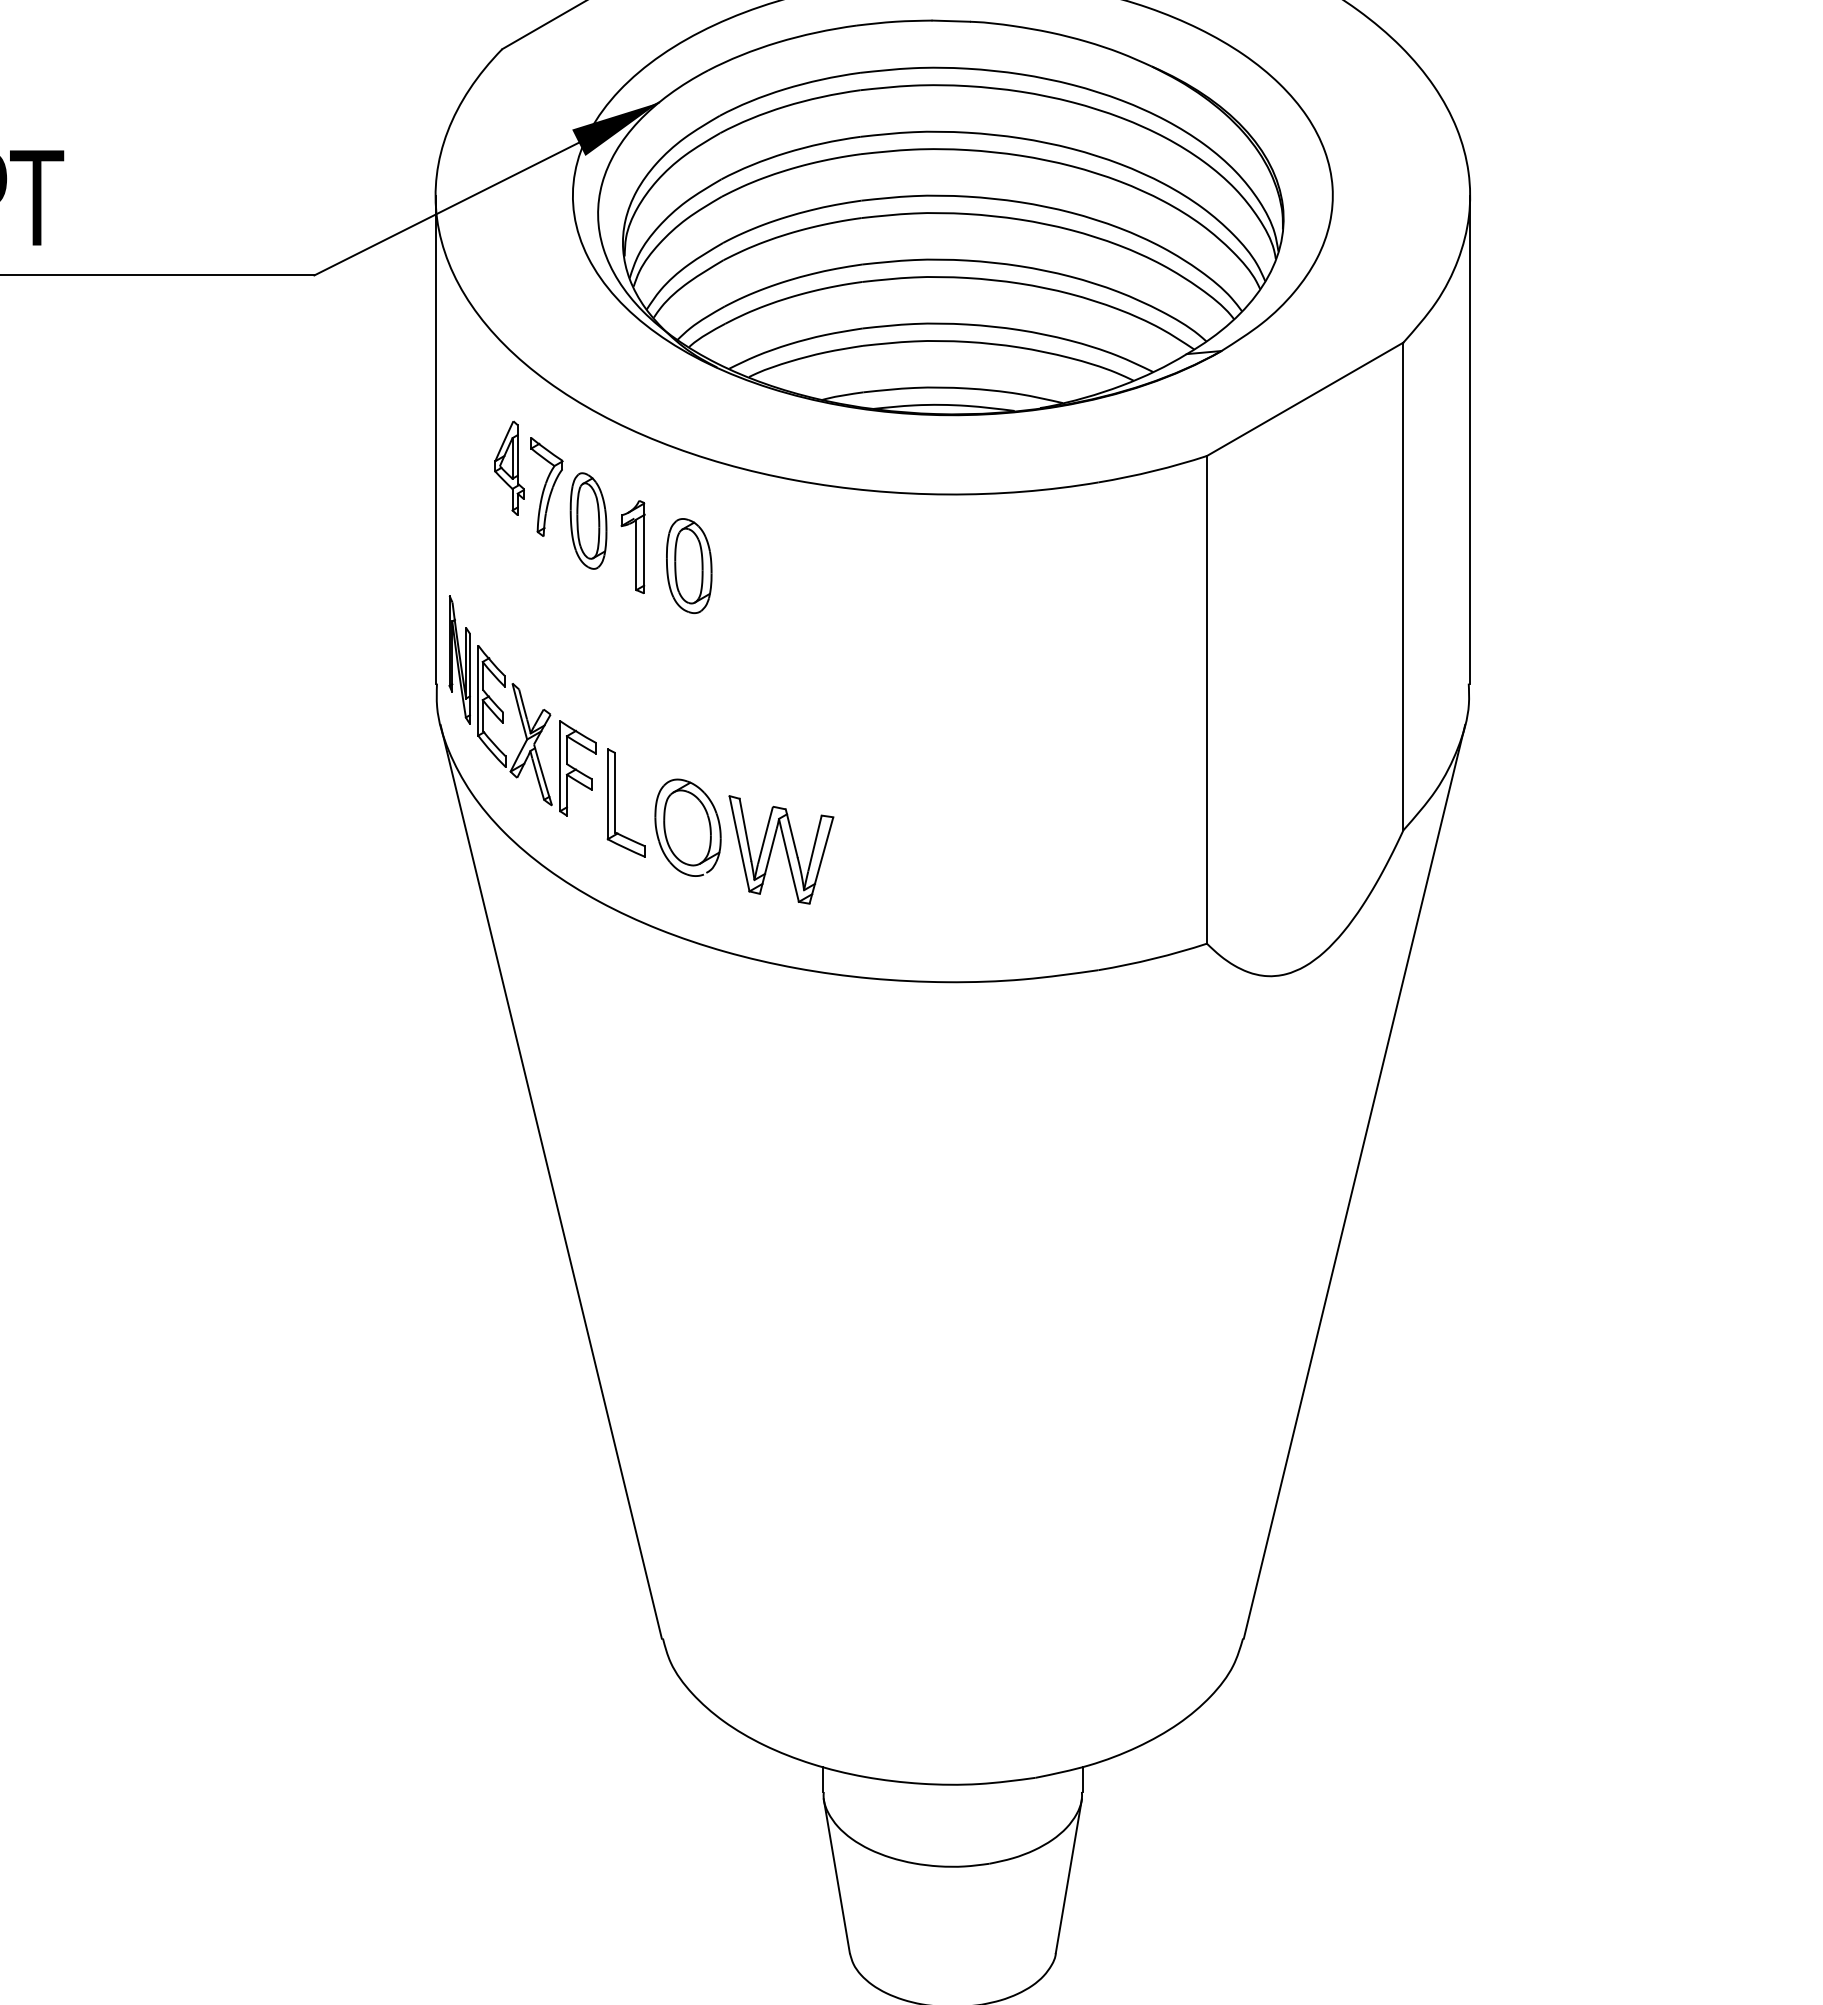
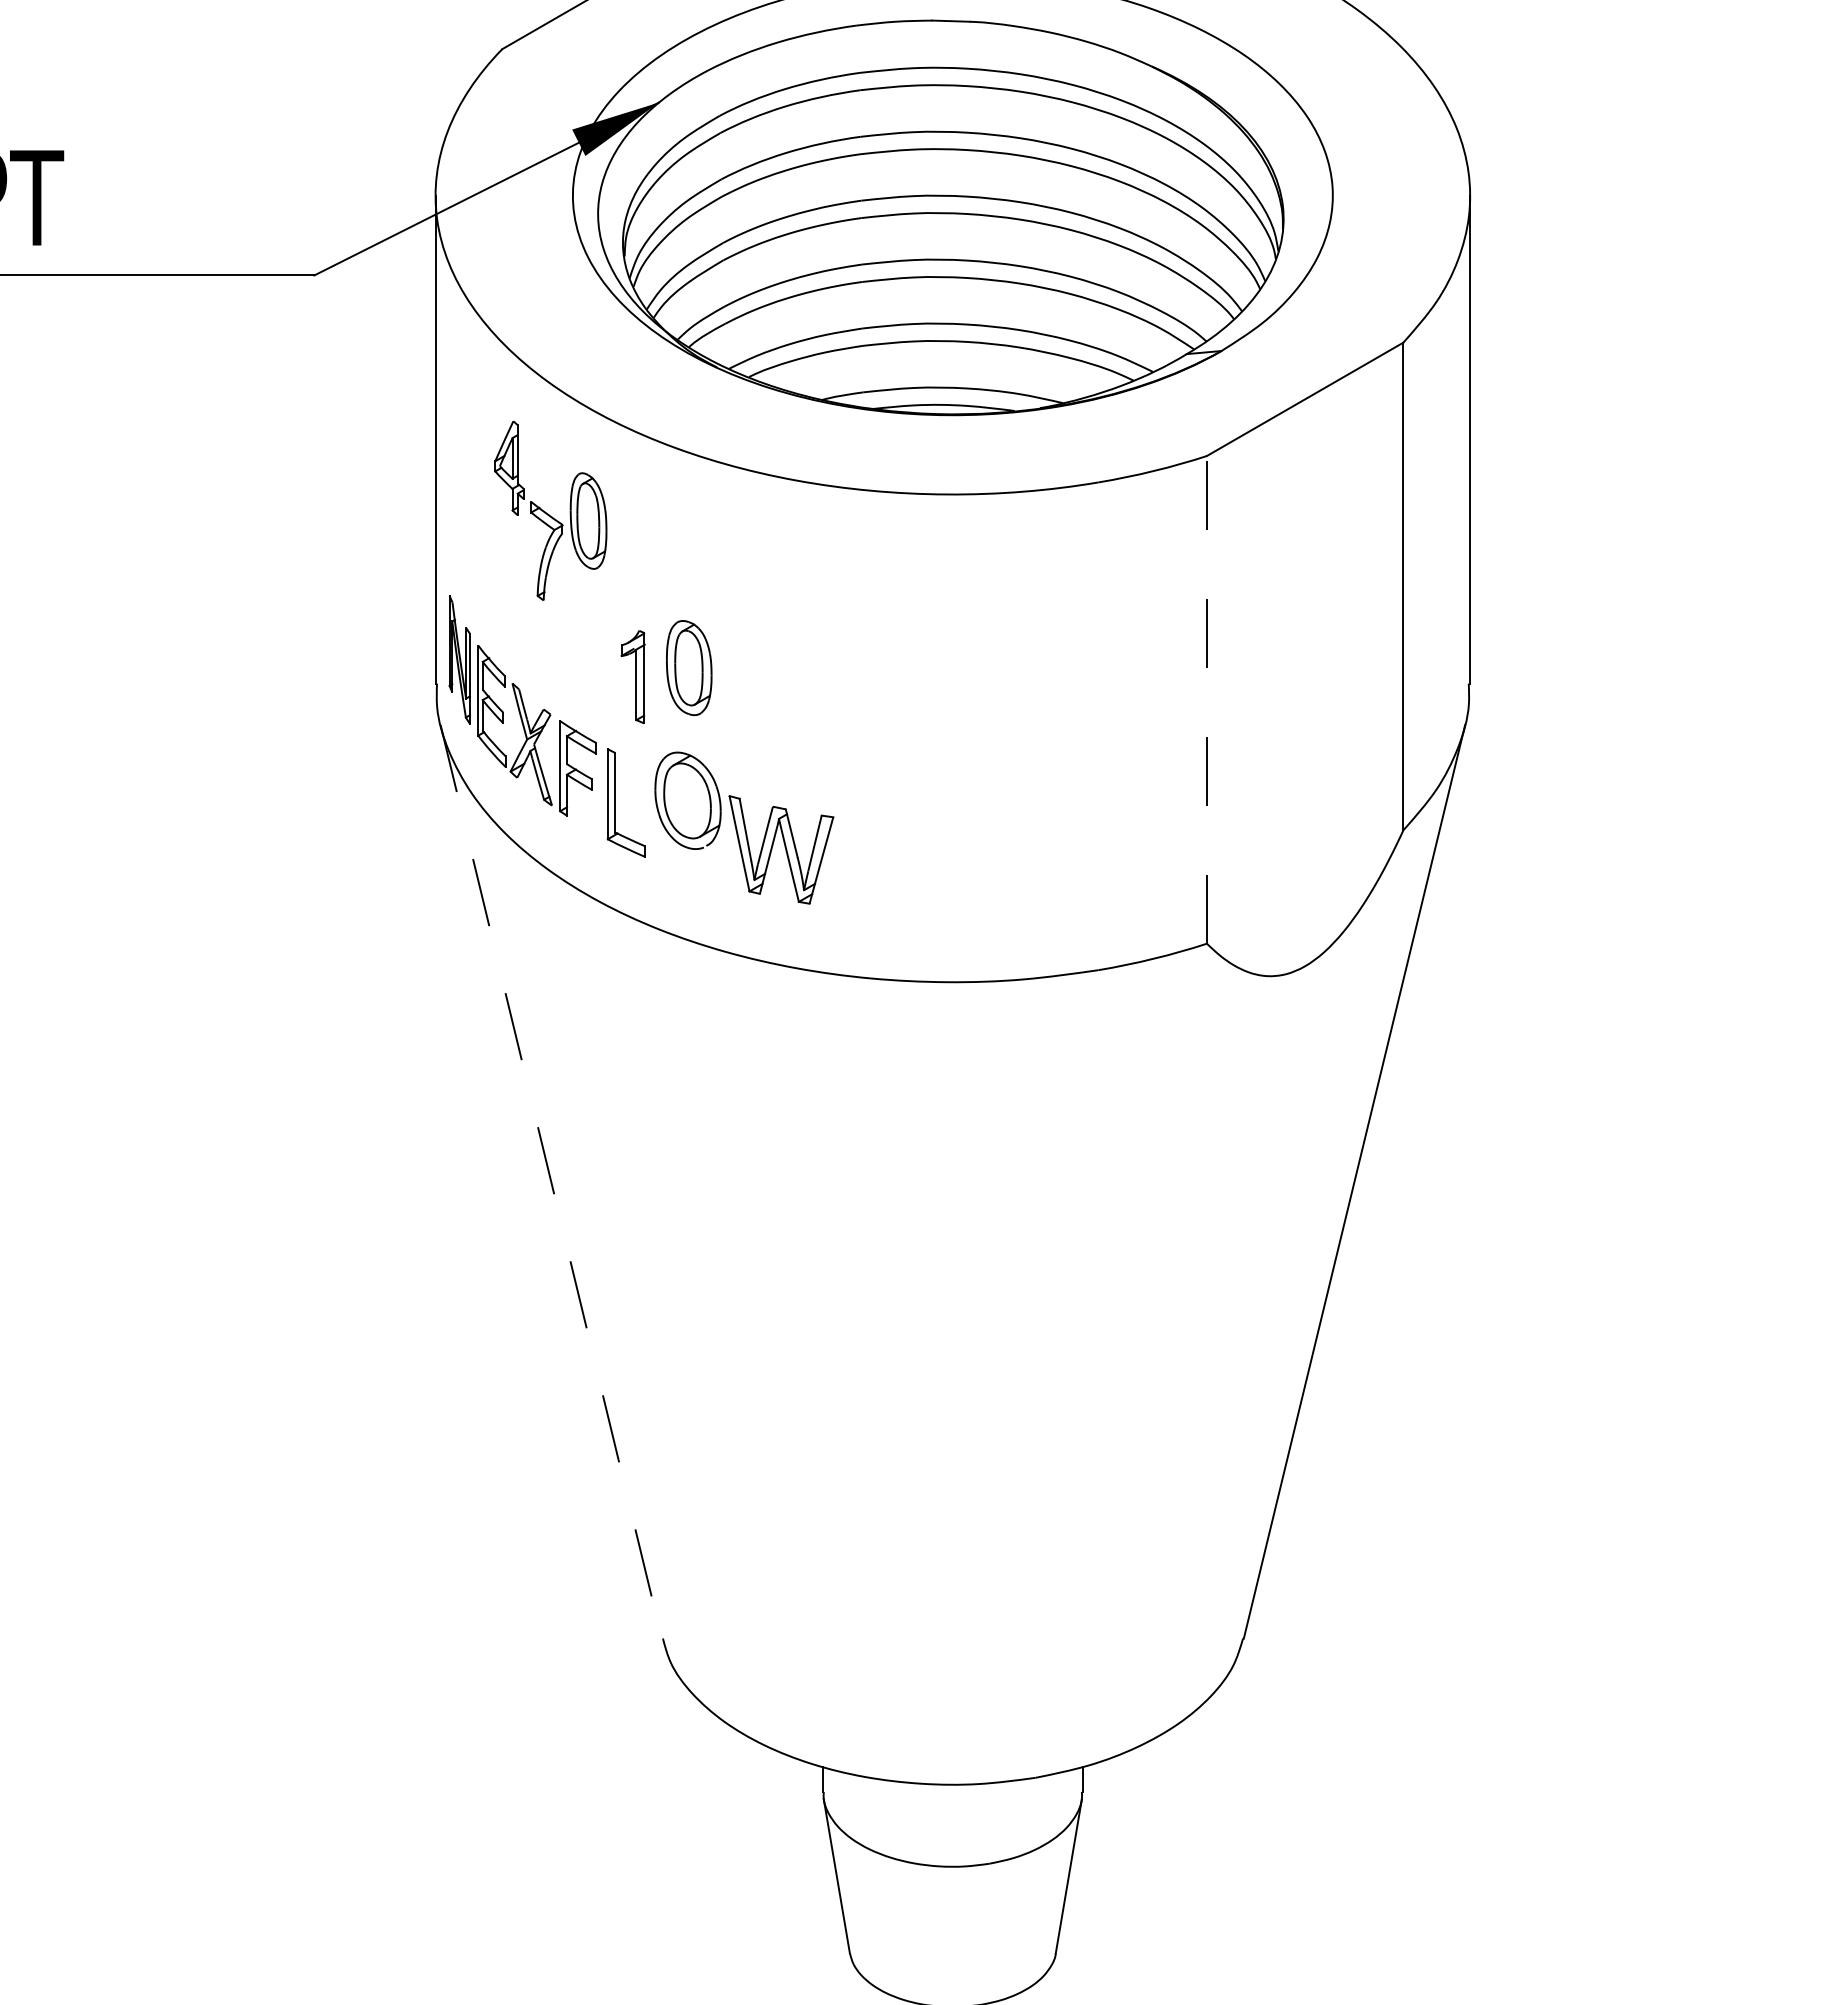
part at (546, 486) position: (546, 486) -> (546, 550)
part at (632, 546) position: (632, 546) -> (632, 676)
part at (689, 565) position: (689, 565) -> (689, 667)
line at (1206, 699): solid -> dashed
part at (687, 827) position: (687, 827) -> (687, 800)
line at (551, 1182): solid -> dashed
